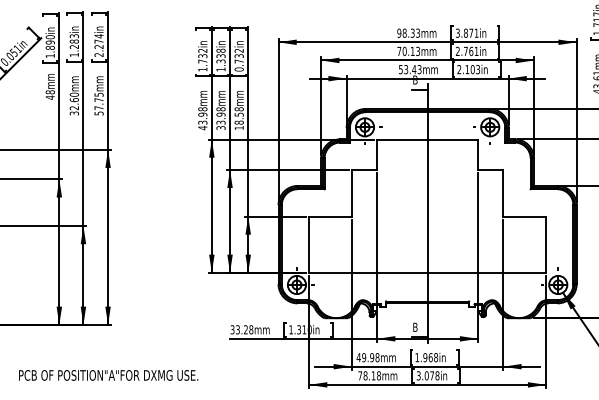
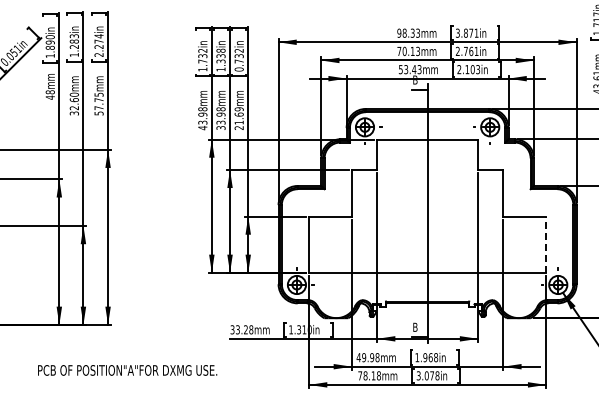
text at (238, 118): 18.58mm -> 21.69mm
line at (546, 244): solid -> dashed
text at (108, 375) position: (108, 375) -> (127, 370)
